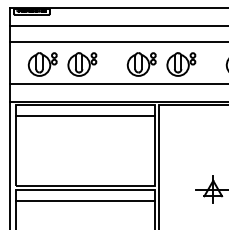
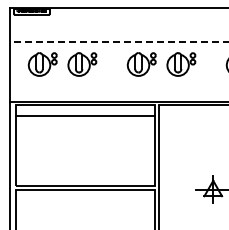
line at (117, 26): present -> none
line at (118, 42): solid -> dashed
line at (117, 84): present -> none
line at (85, 201): present -> none
